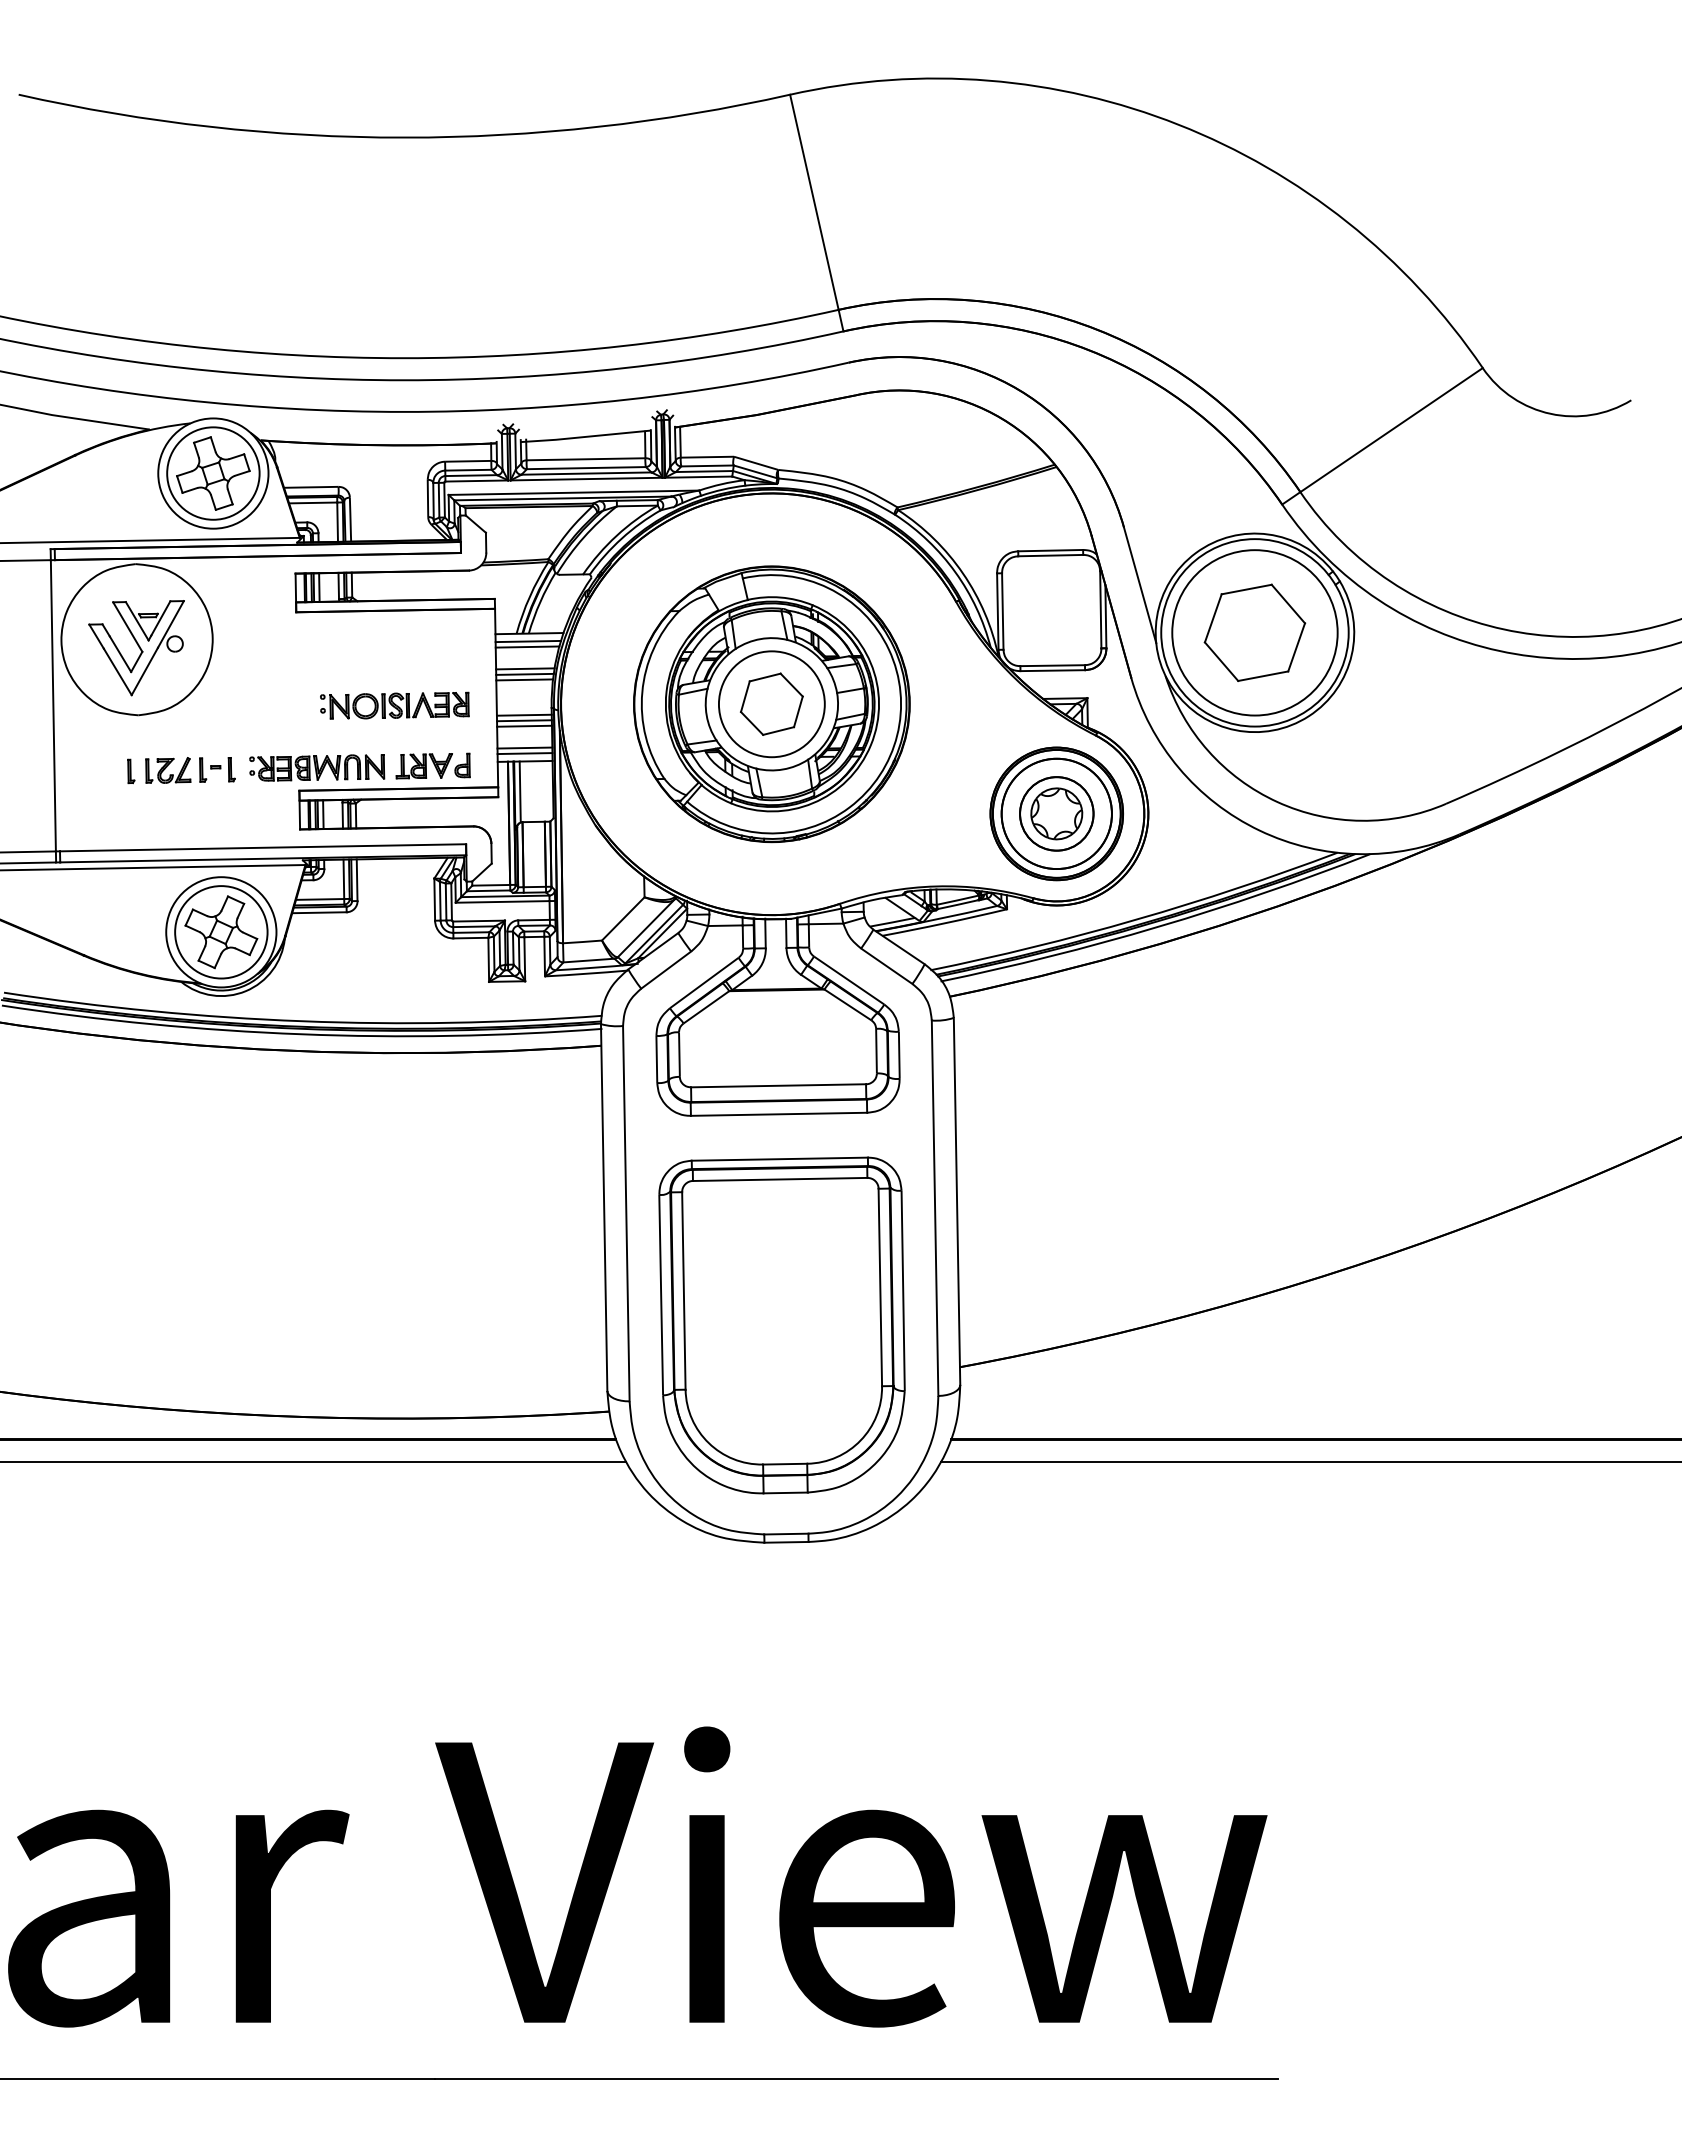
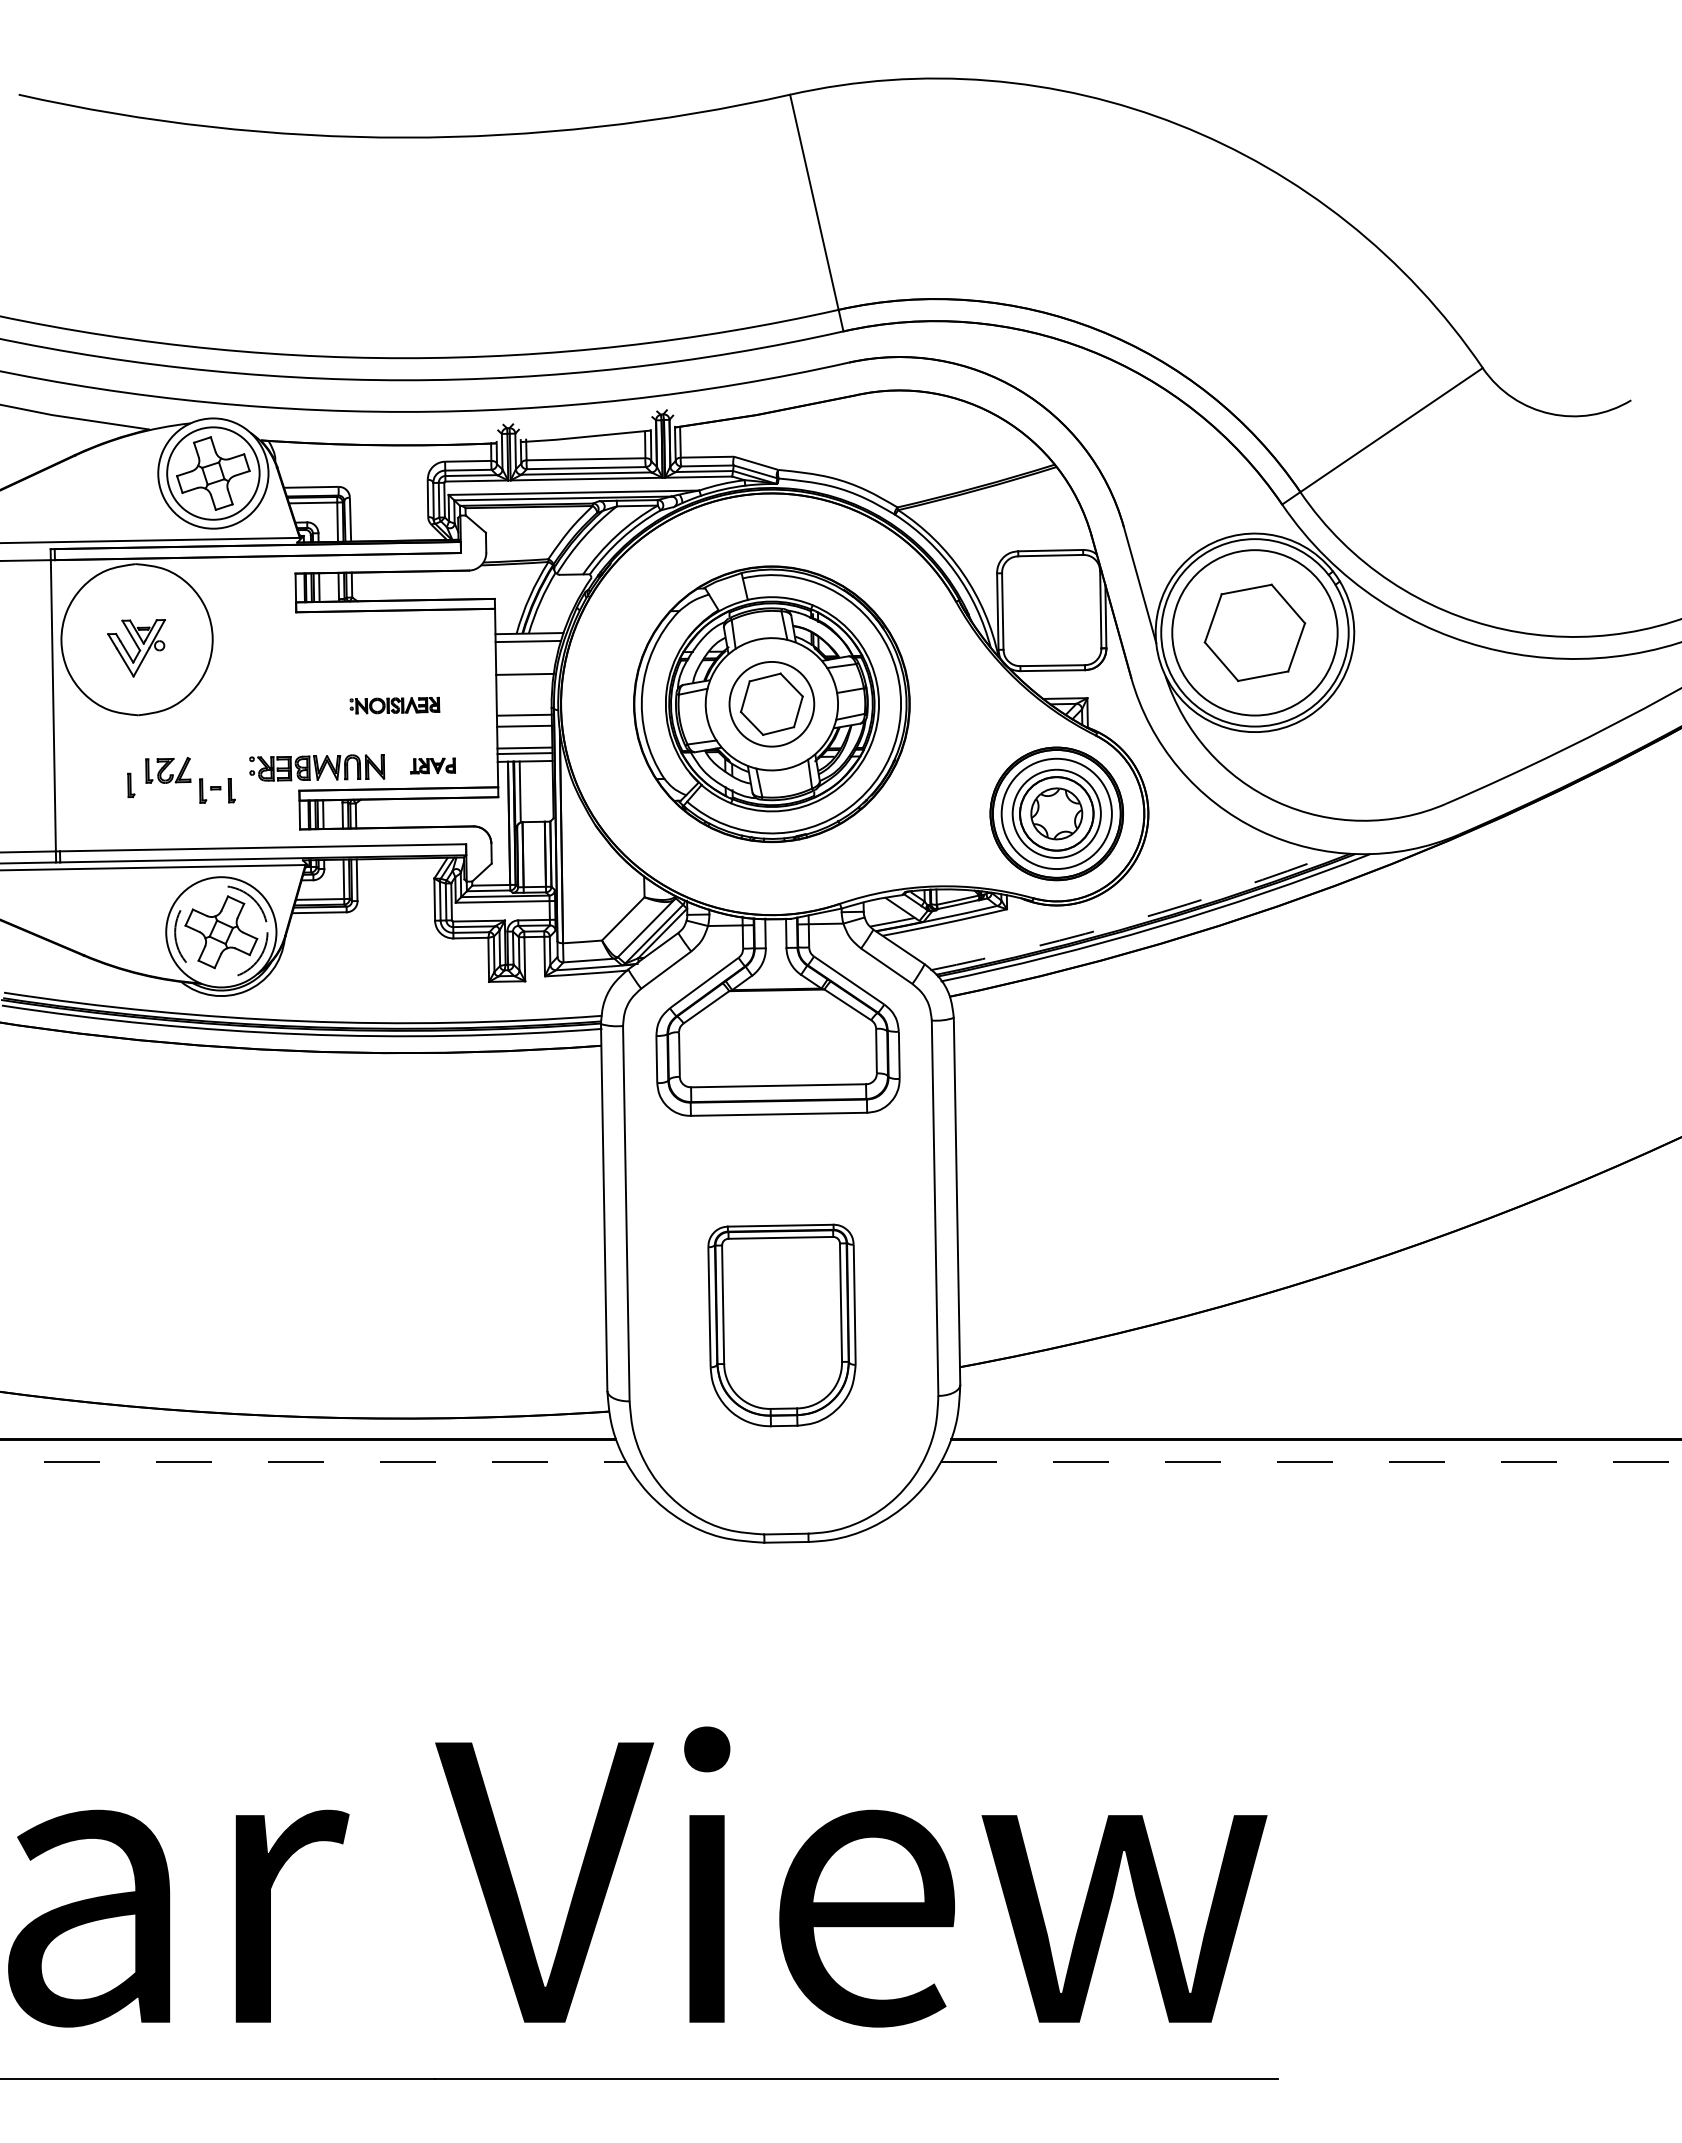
line at (527, 646): present -> none
part at (136, 648) size: 97x97 px -> 59x59 px
line at (525, 668): present -> none
line at (524, 679): present -> none
circle at (771, 704) diameter: 106 px -> 85 px
part at (394, 705) size: 150x29 px -> 92x18 px
line at (524, 720): present -> none
part at (432, 765) size: 76x28 px -> 46x18 px
part at (217, 769) position: (217, 769) -> (217, 790)
part at (131, 771) position: (131, 771) -> (131, 785)
circle at (1056, 813) diameter: 110 px -> 88 px
arc at (1136, 919): solid -> dashed
circle at (221, 932): solid -> dashed
part at (781, 1325) size: 248x339 px -> 150x205 px
line at (313, 1462): solid -> dashed
line at (1311, 1462): solid -> dashed
